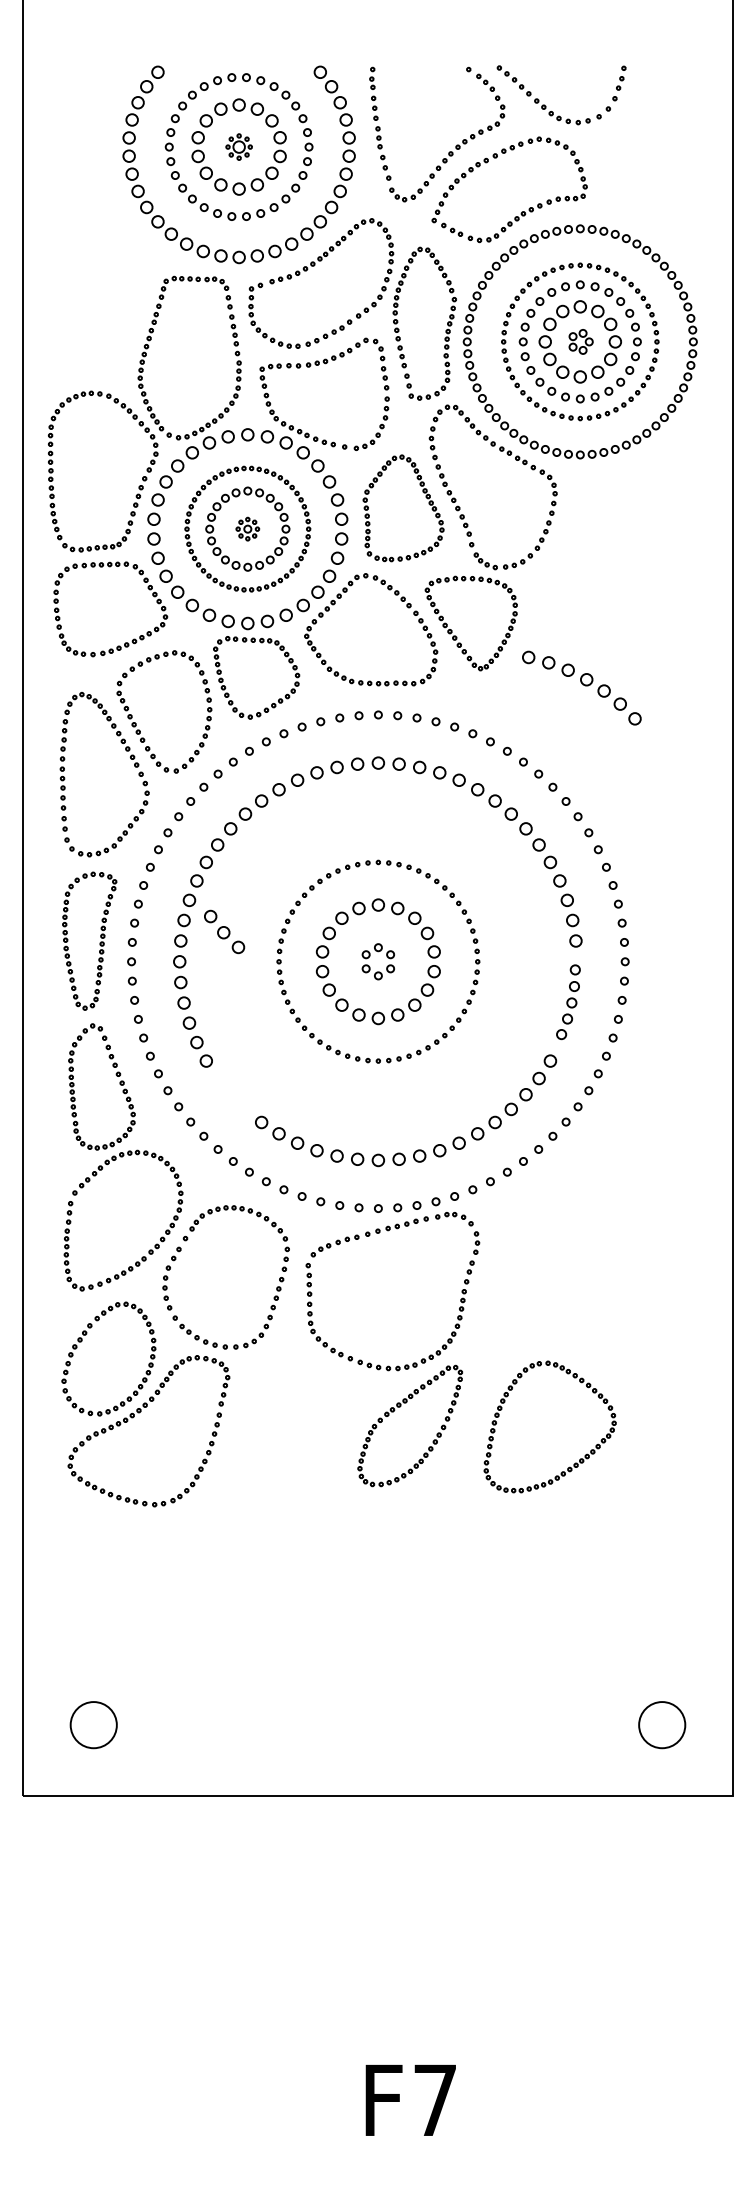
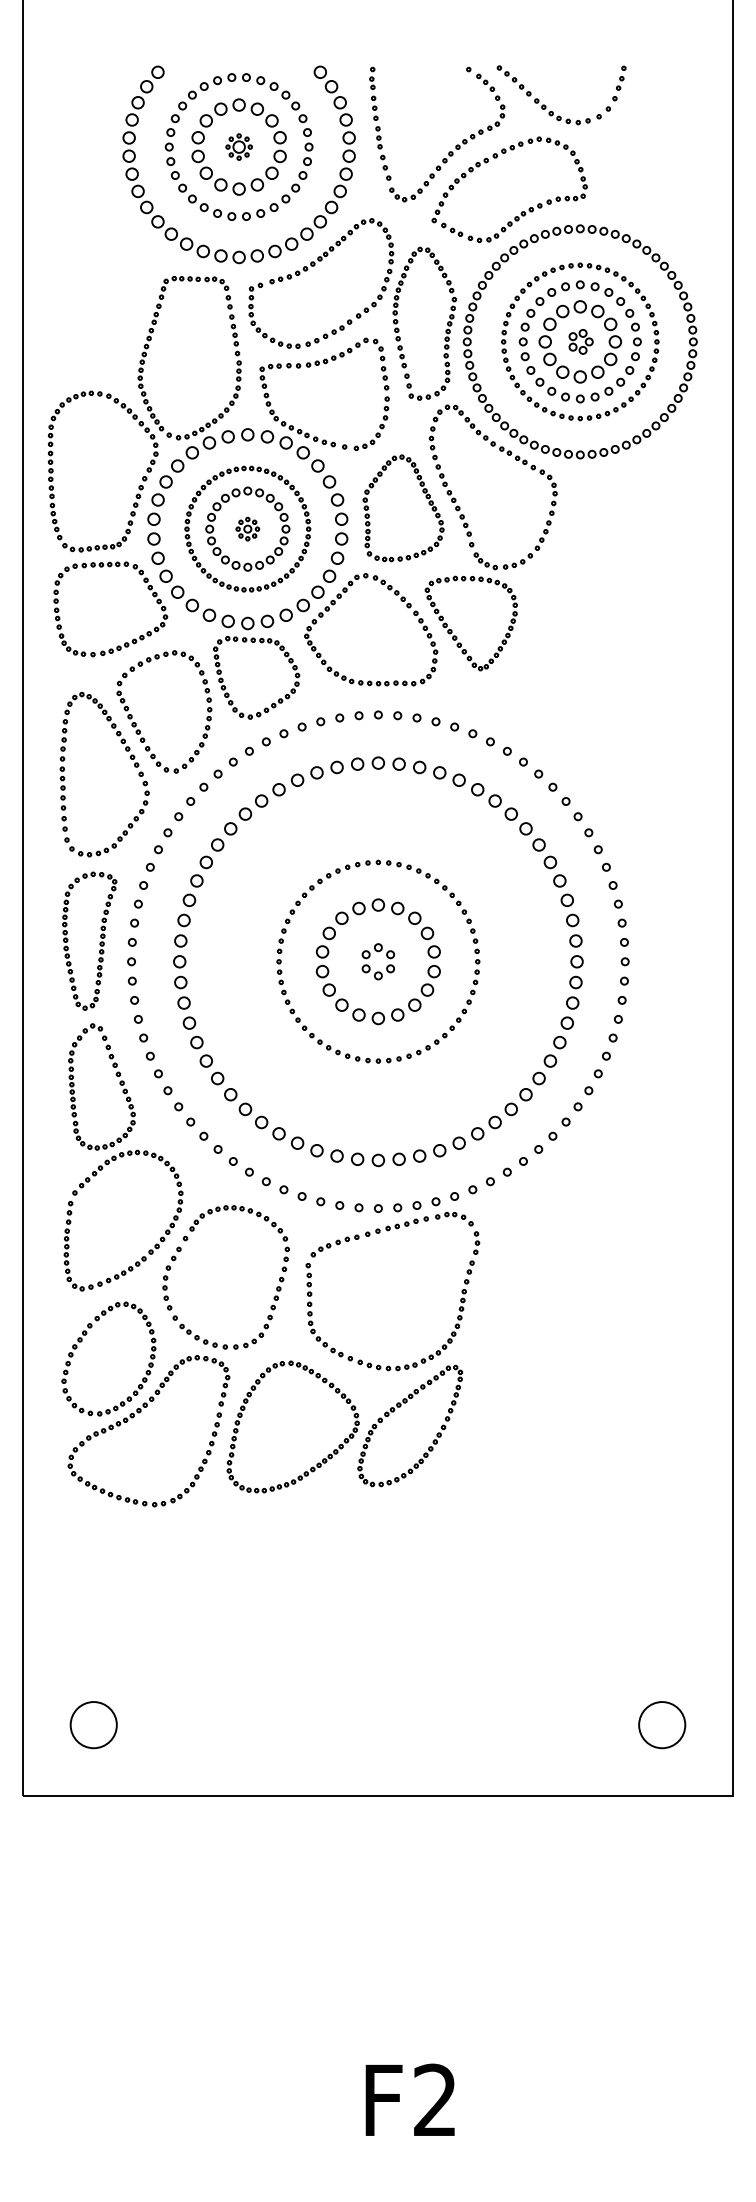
part at (581, 687): present -> none
part at (224, 931) position: (224, 931) -> (231, 1093)
part at (568, 1002) size: 25x77 px -> 31x95 px
part at (575, 1462) position: (575, 1462) -> (318, 1462)
text at (434, 2099): F7 -> F2
